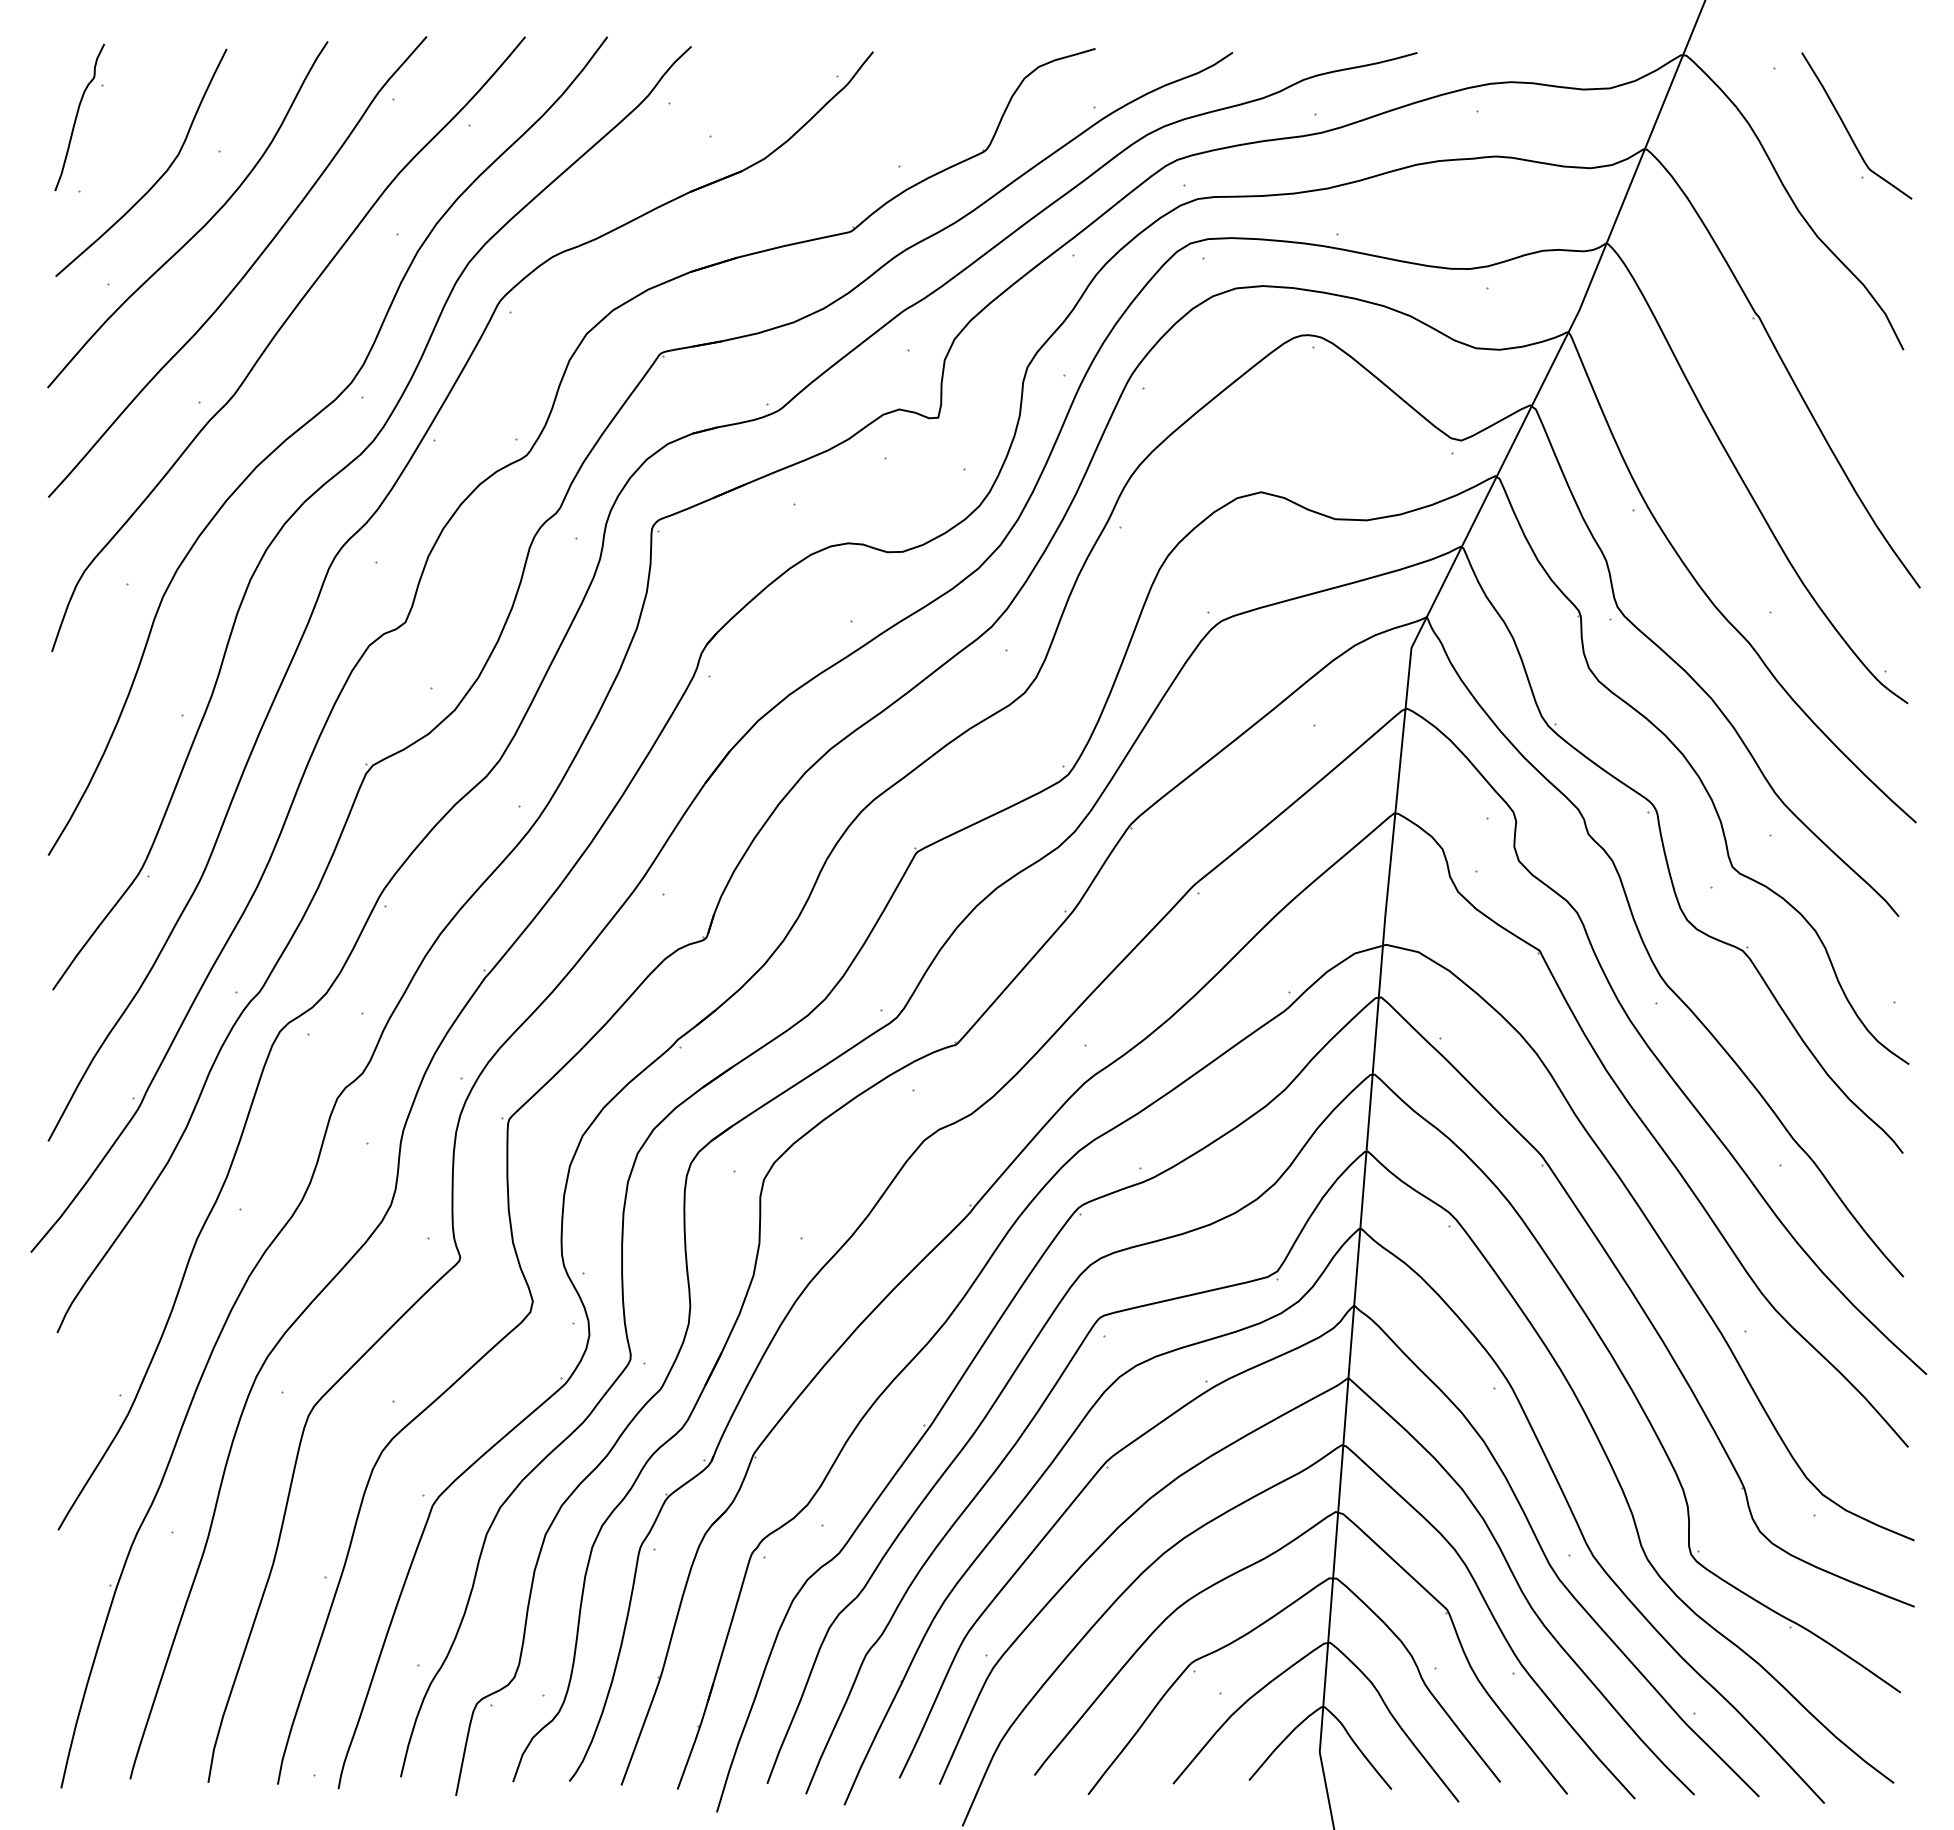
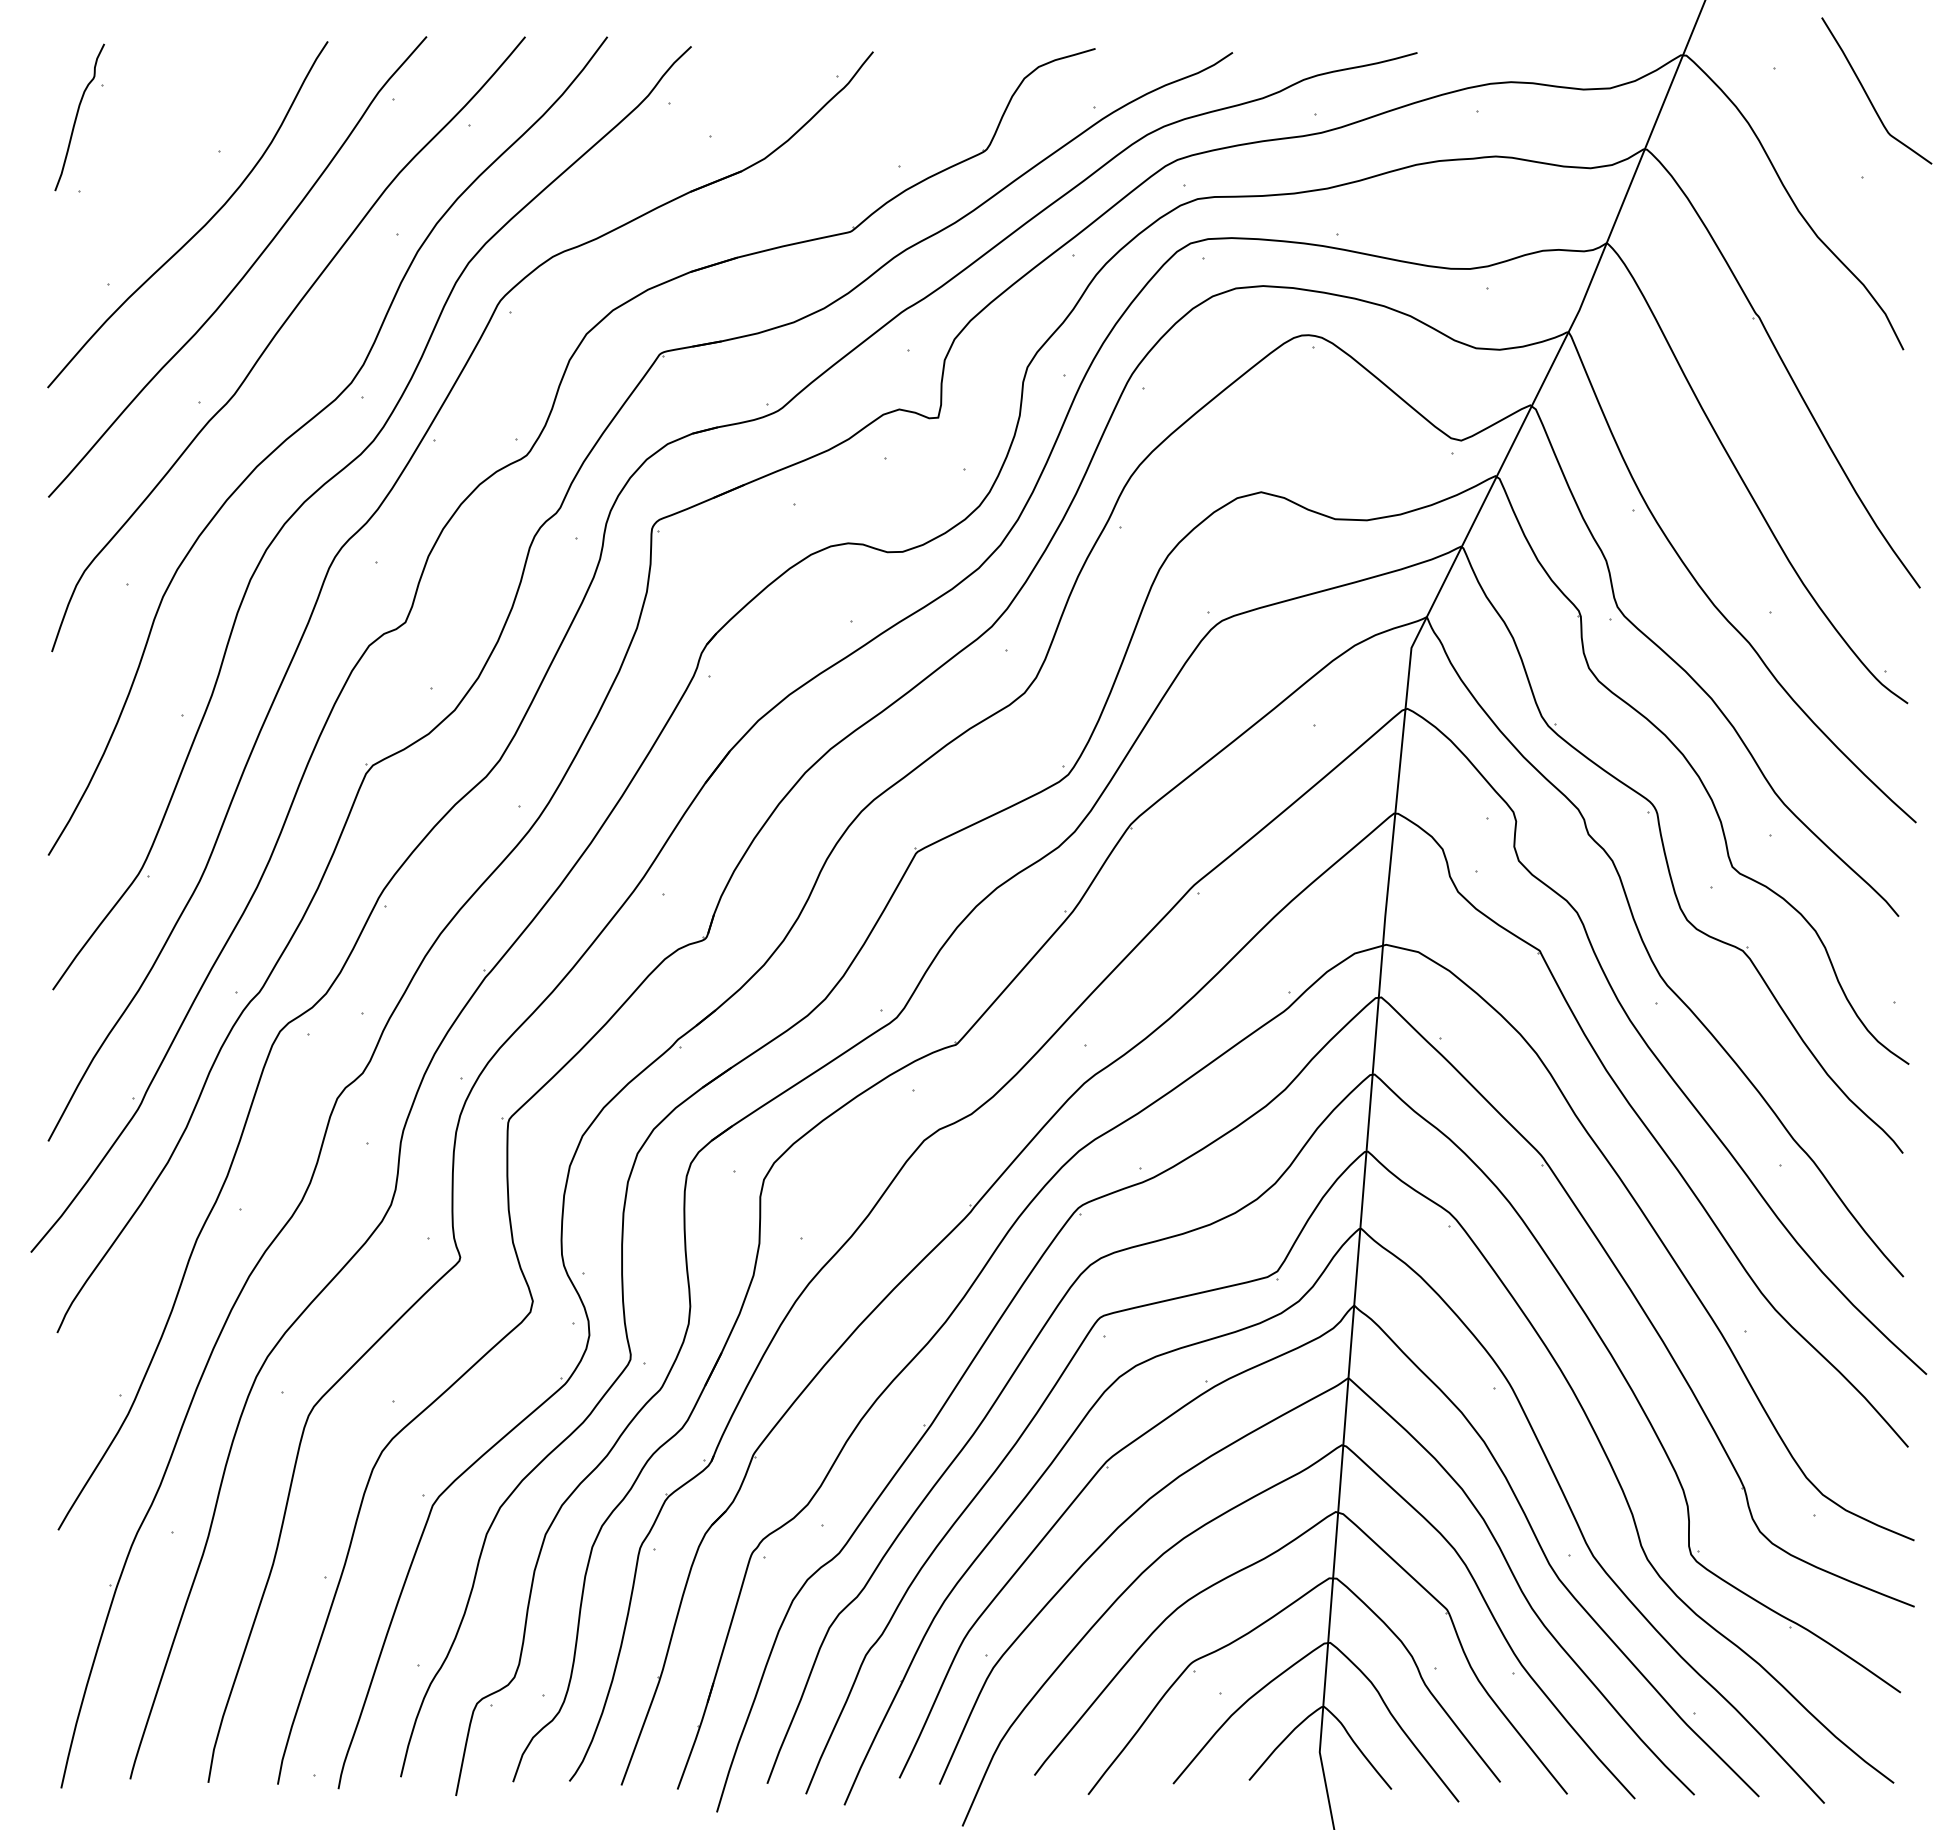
curve at (1848, 130) position: (1848, 130) -> (1868, 95)
curve at (158, 178): present -> none
